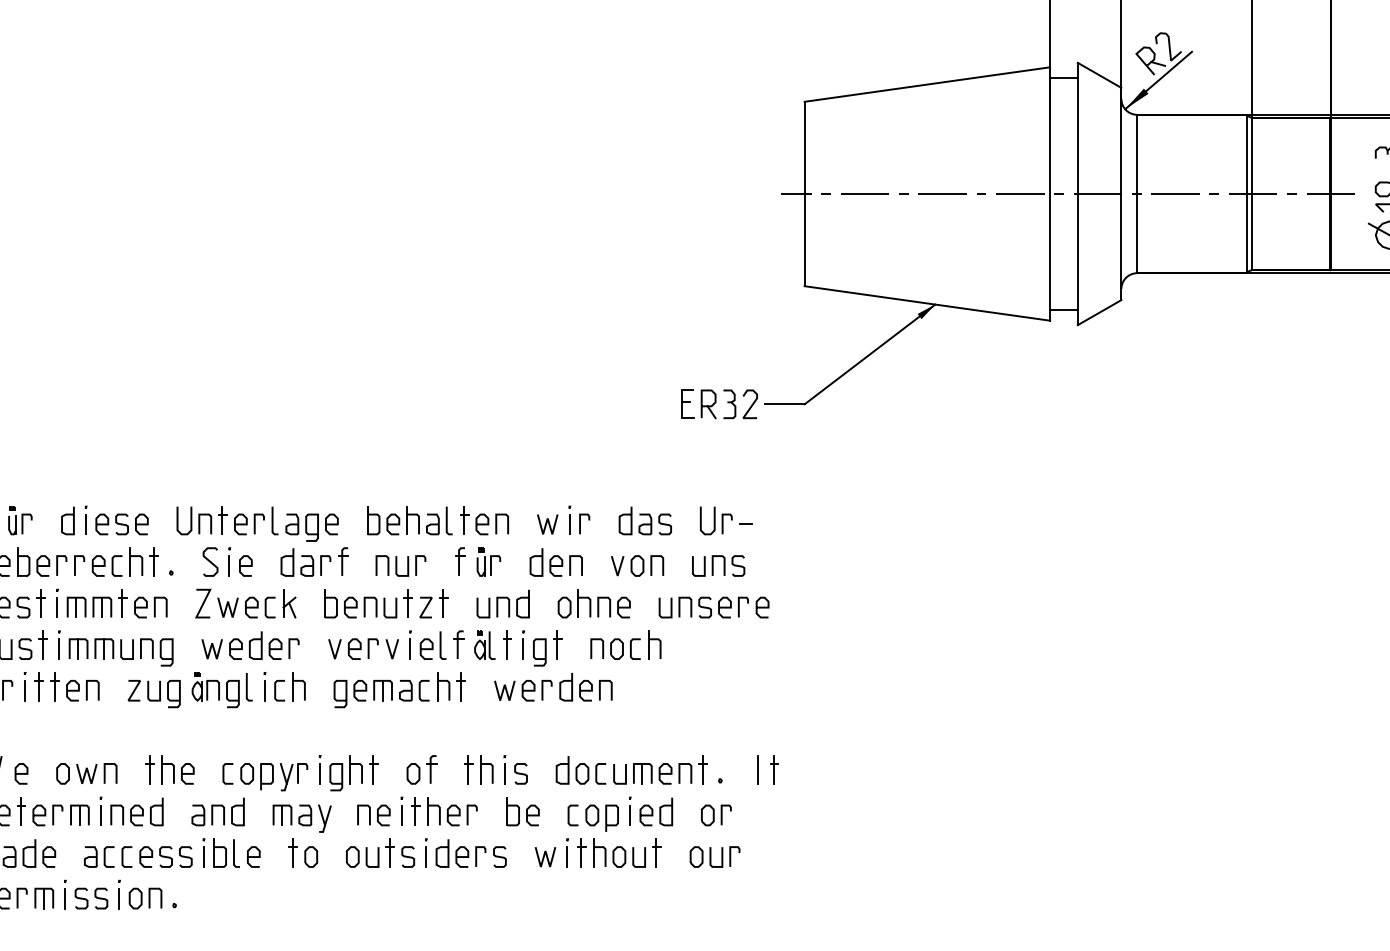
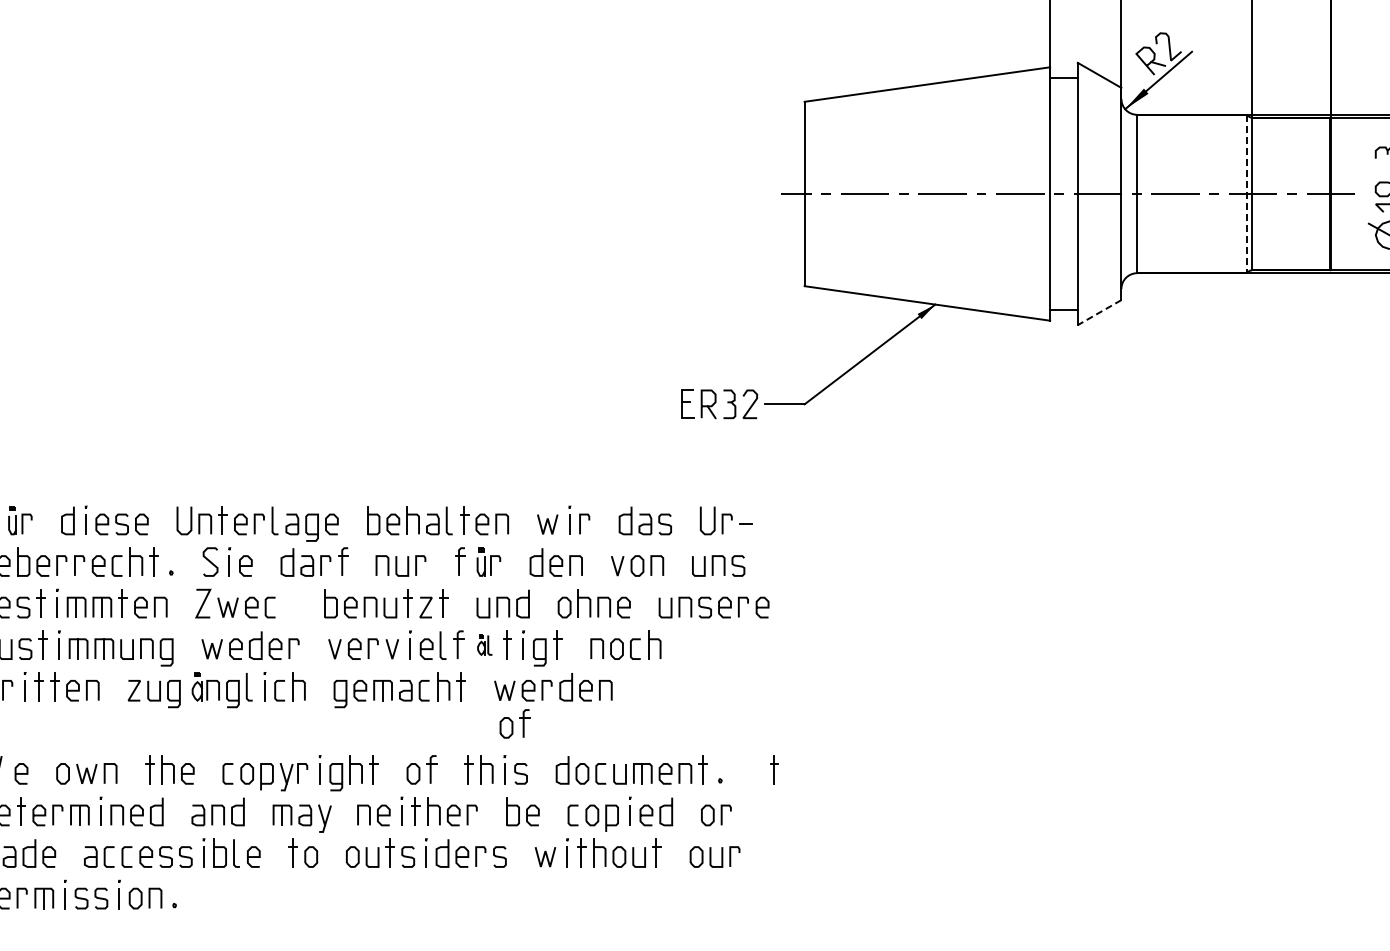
line at (1246, 194): solid -> dashed
line at (1099, 312): solid -> dashed
part at (289, 603): present -> none
part at (484, 644) size: 22x30 px -> 16x22 px
part at (514, 723): none -> present
line at (757, 769): present -> none
